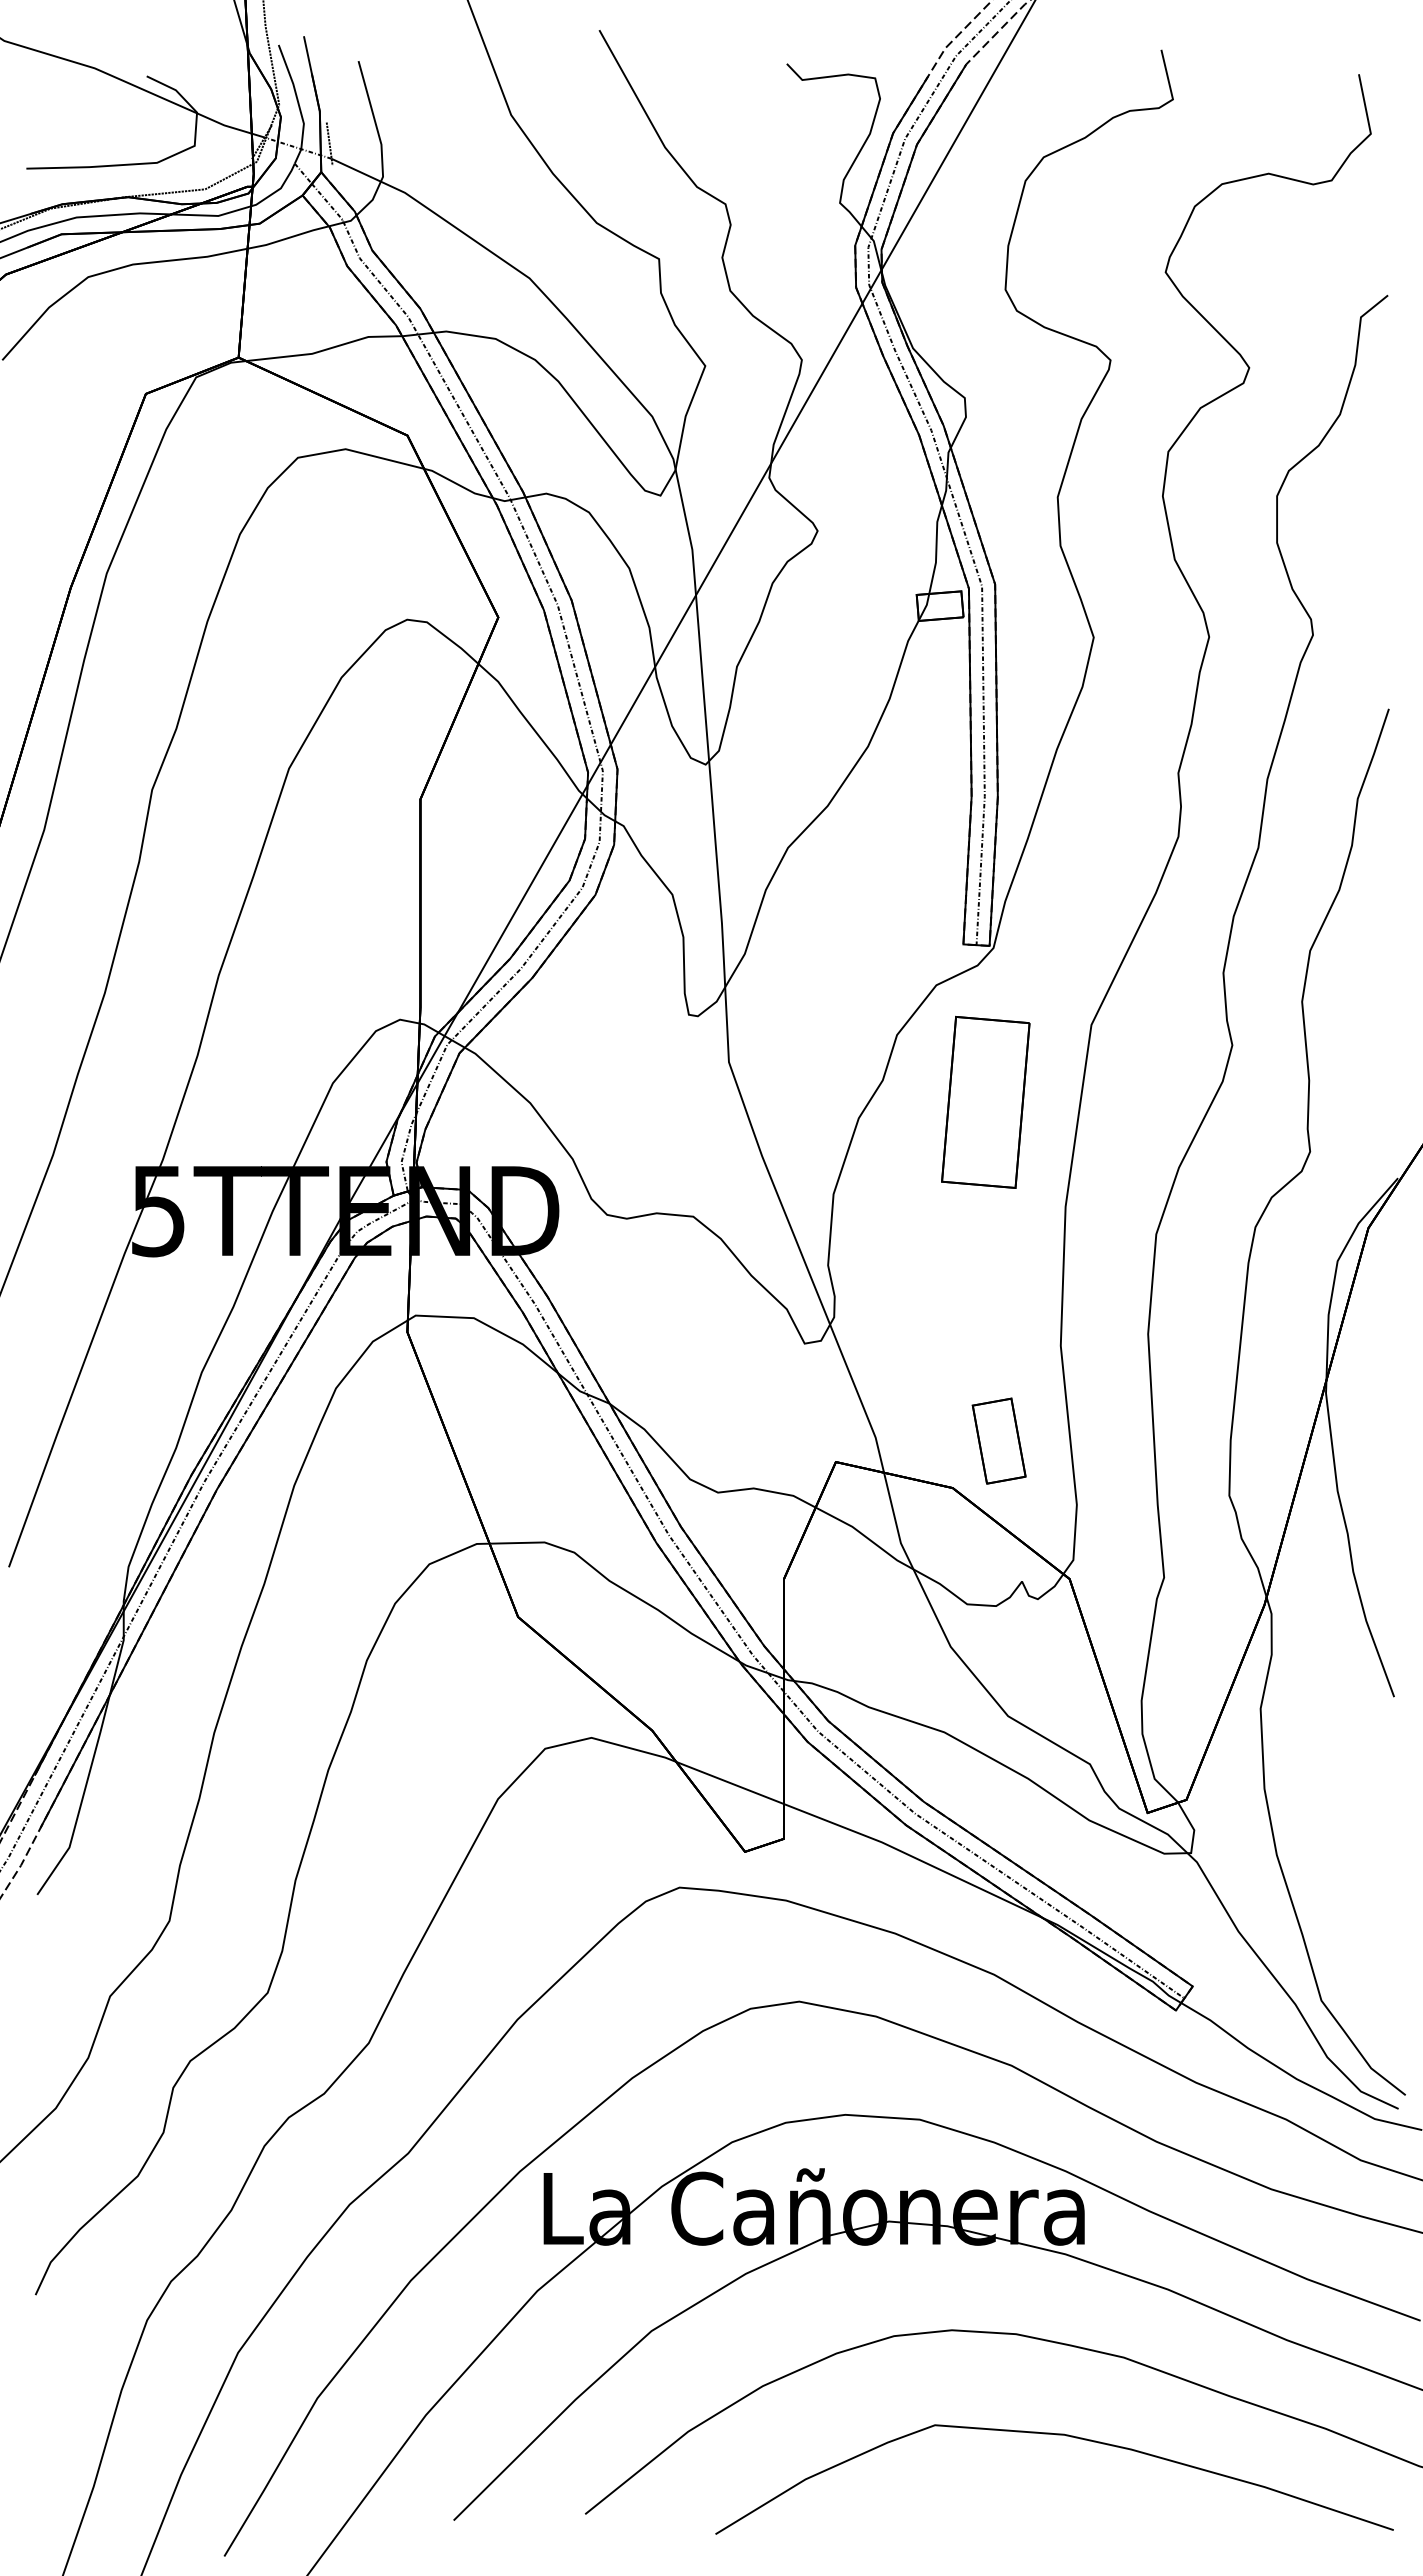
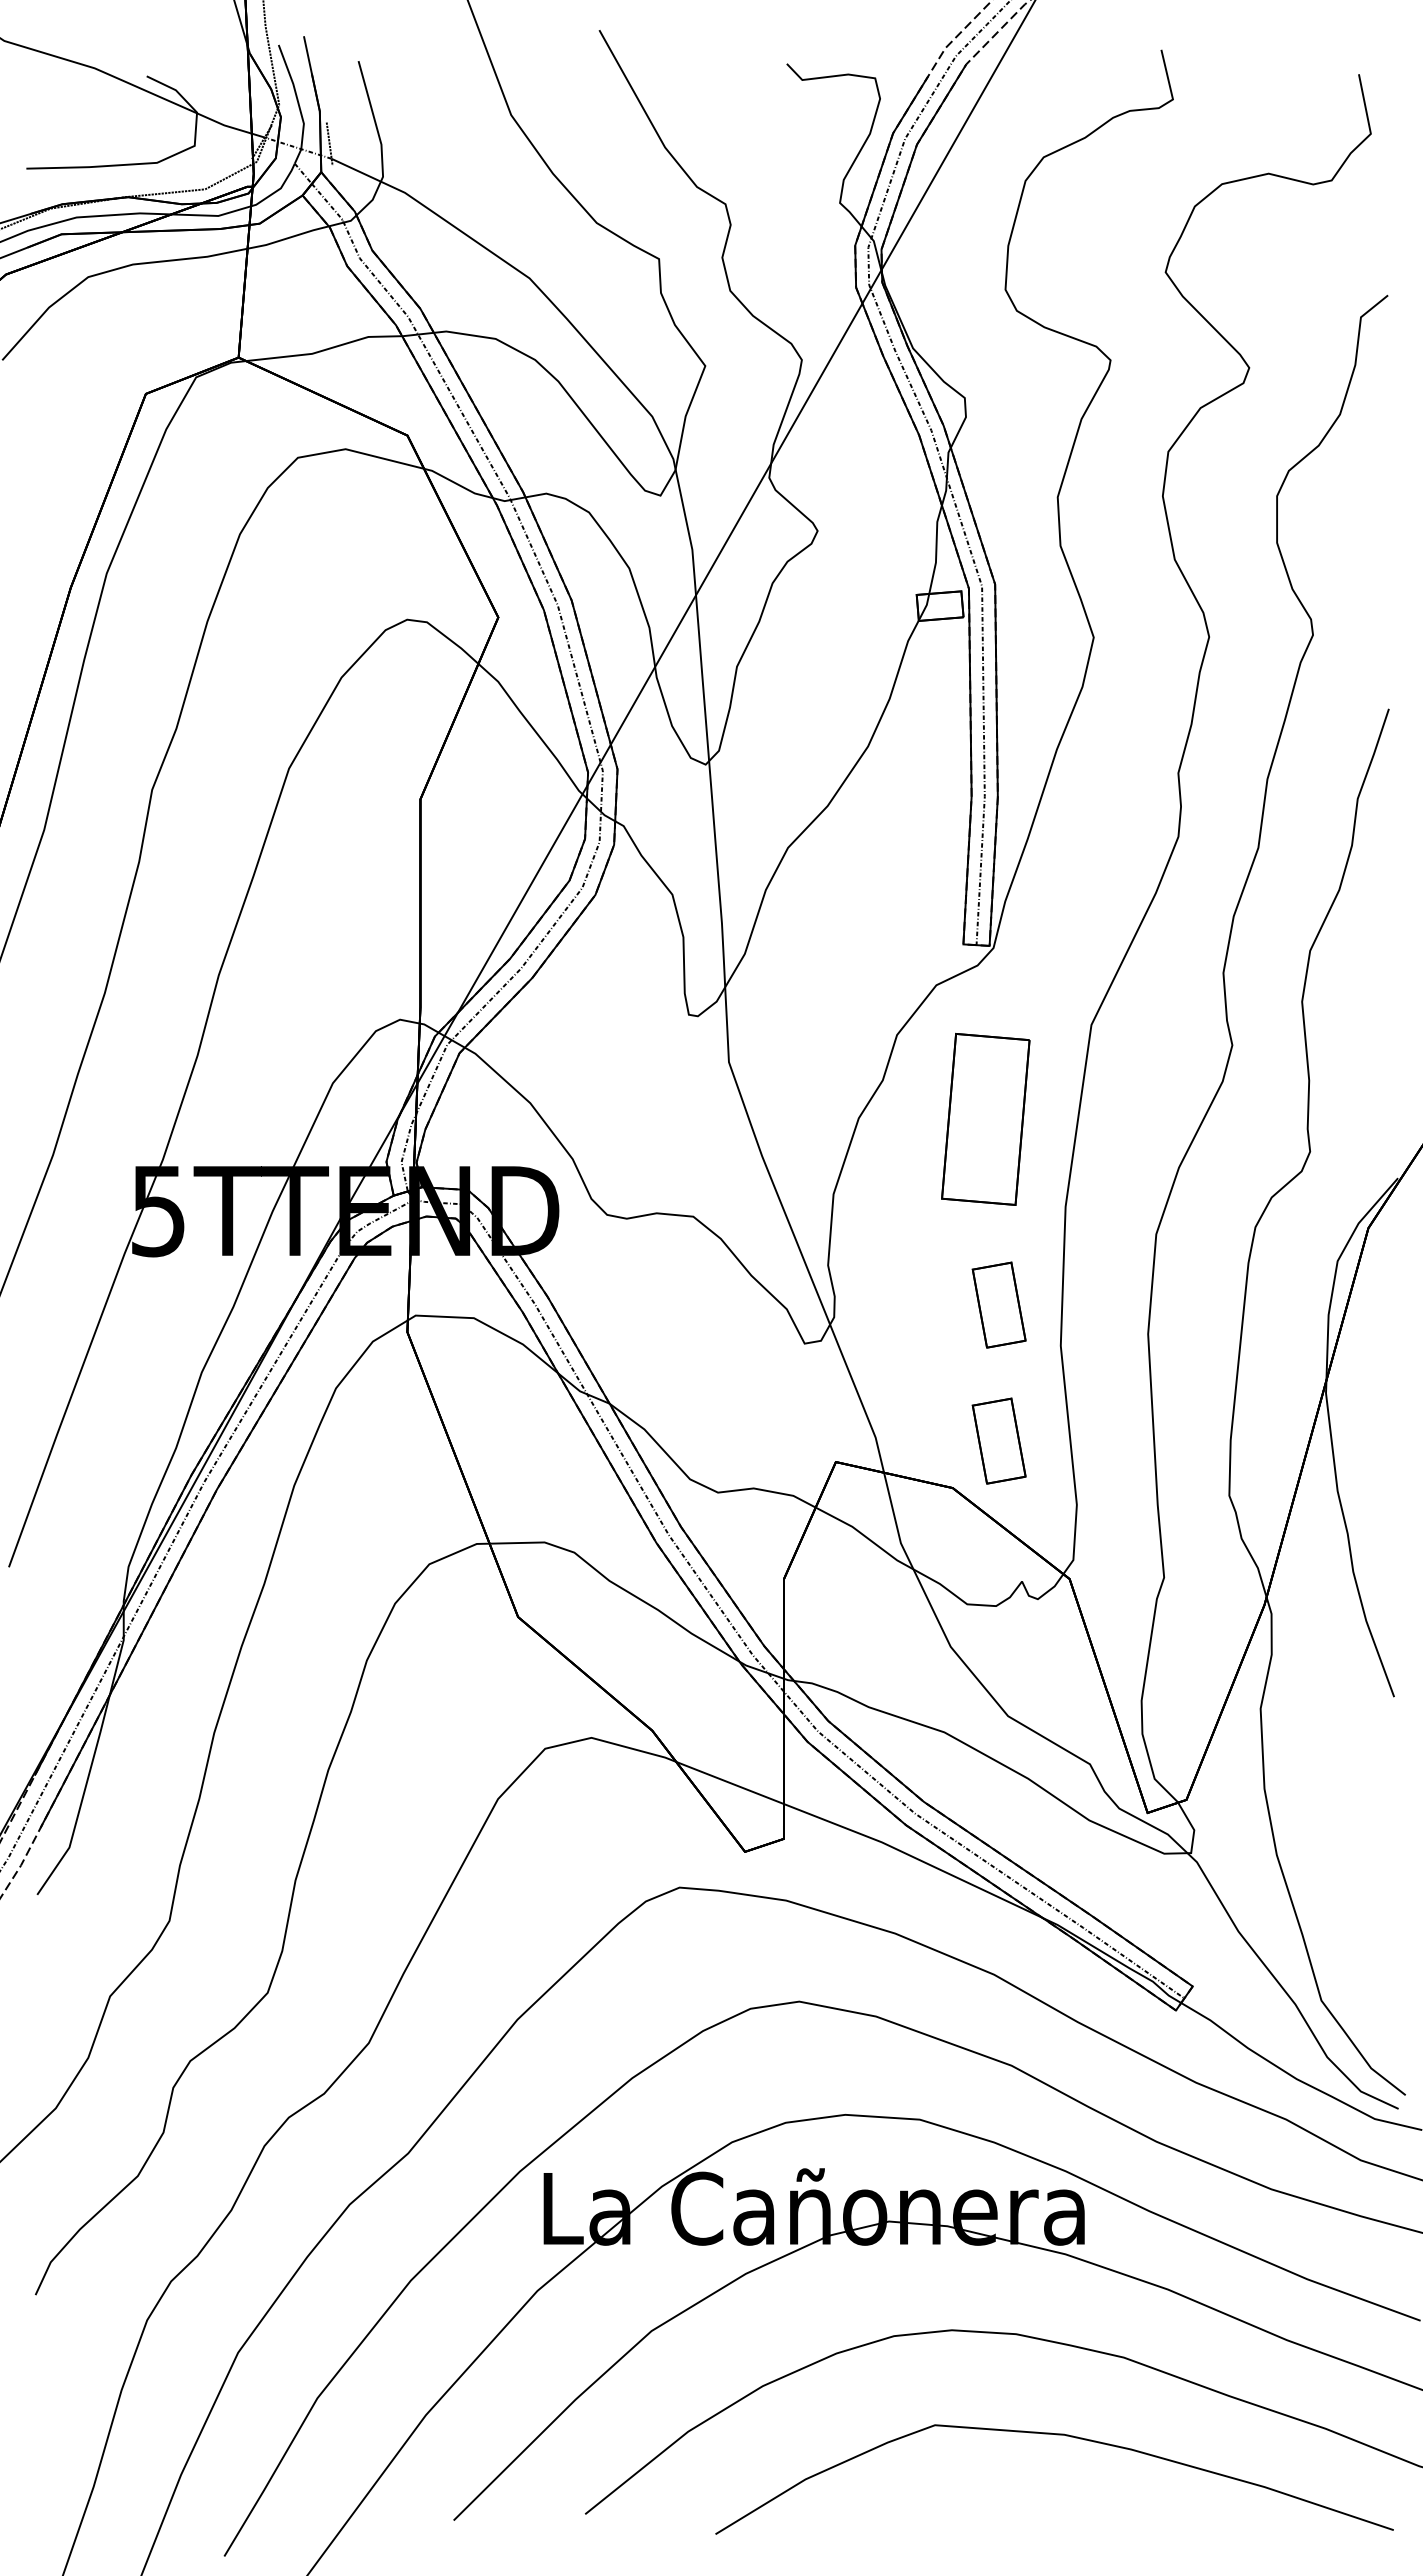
part at (985, 1101) position: (985, 1101) -> (985, 1118)
part at (998, 1304): none -> present
